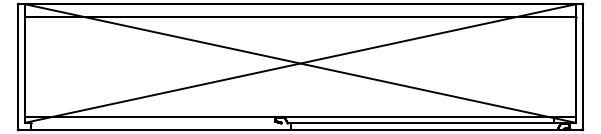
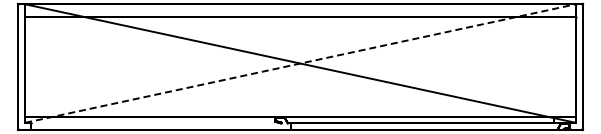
line at (300, 63): solid -> dashed
